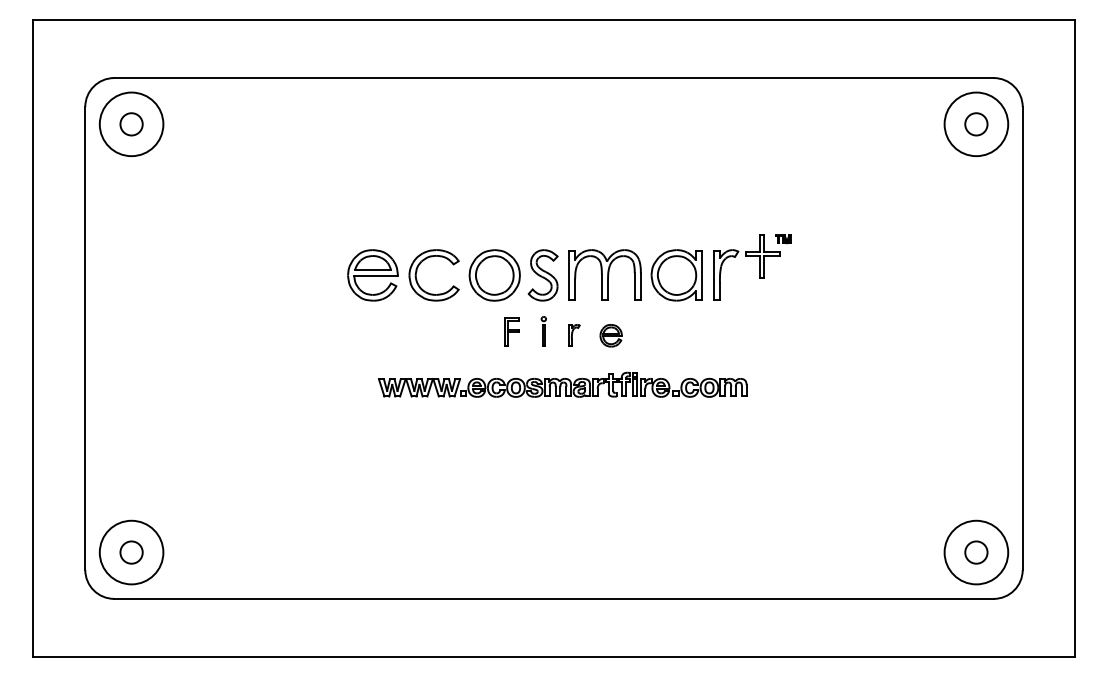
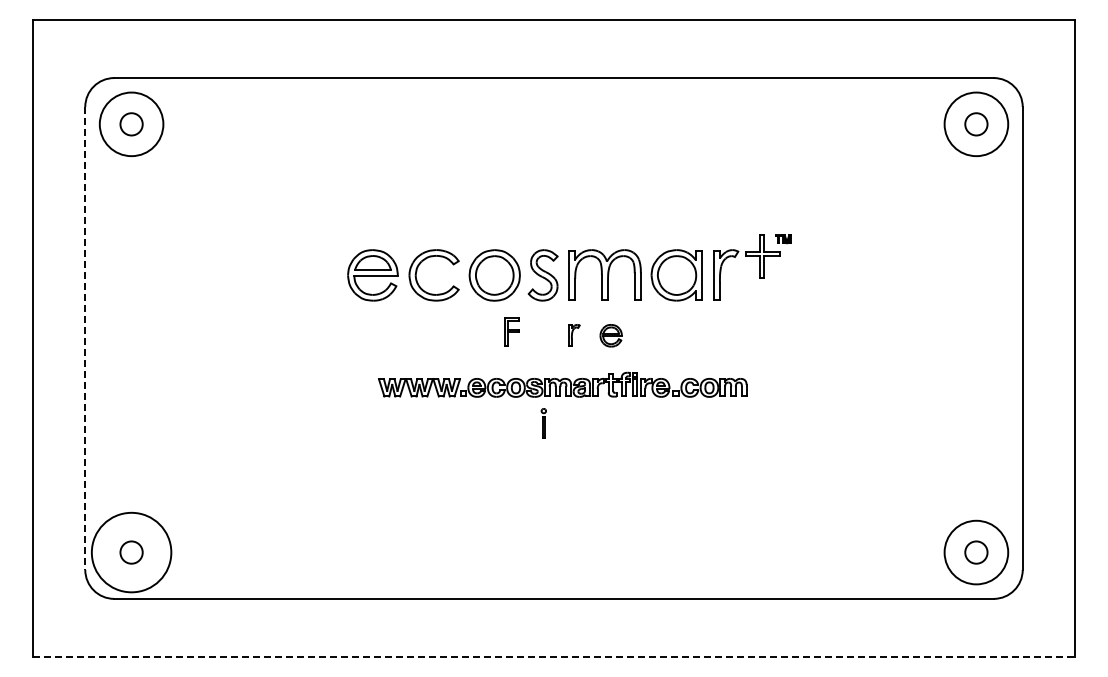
part at (543, 331) position: (543, 331) -> (543, 423)
line at (85, 338): solid -> dashed
circle at (131, 552) diameter: 64 px -> 80 px
line at (554, 656): solid -> dashed
